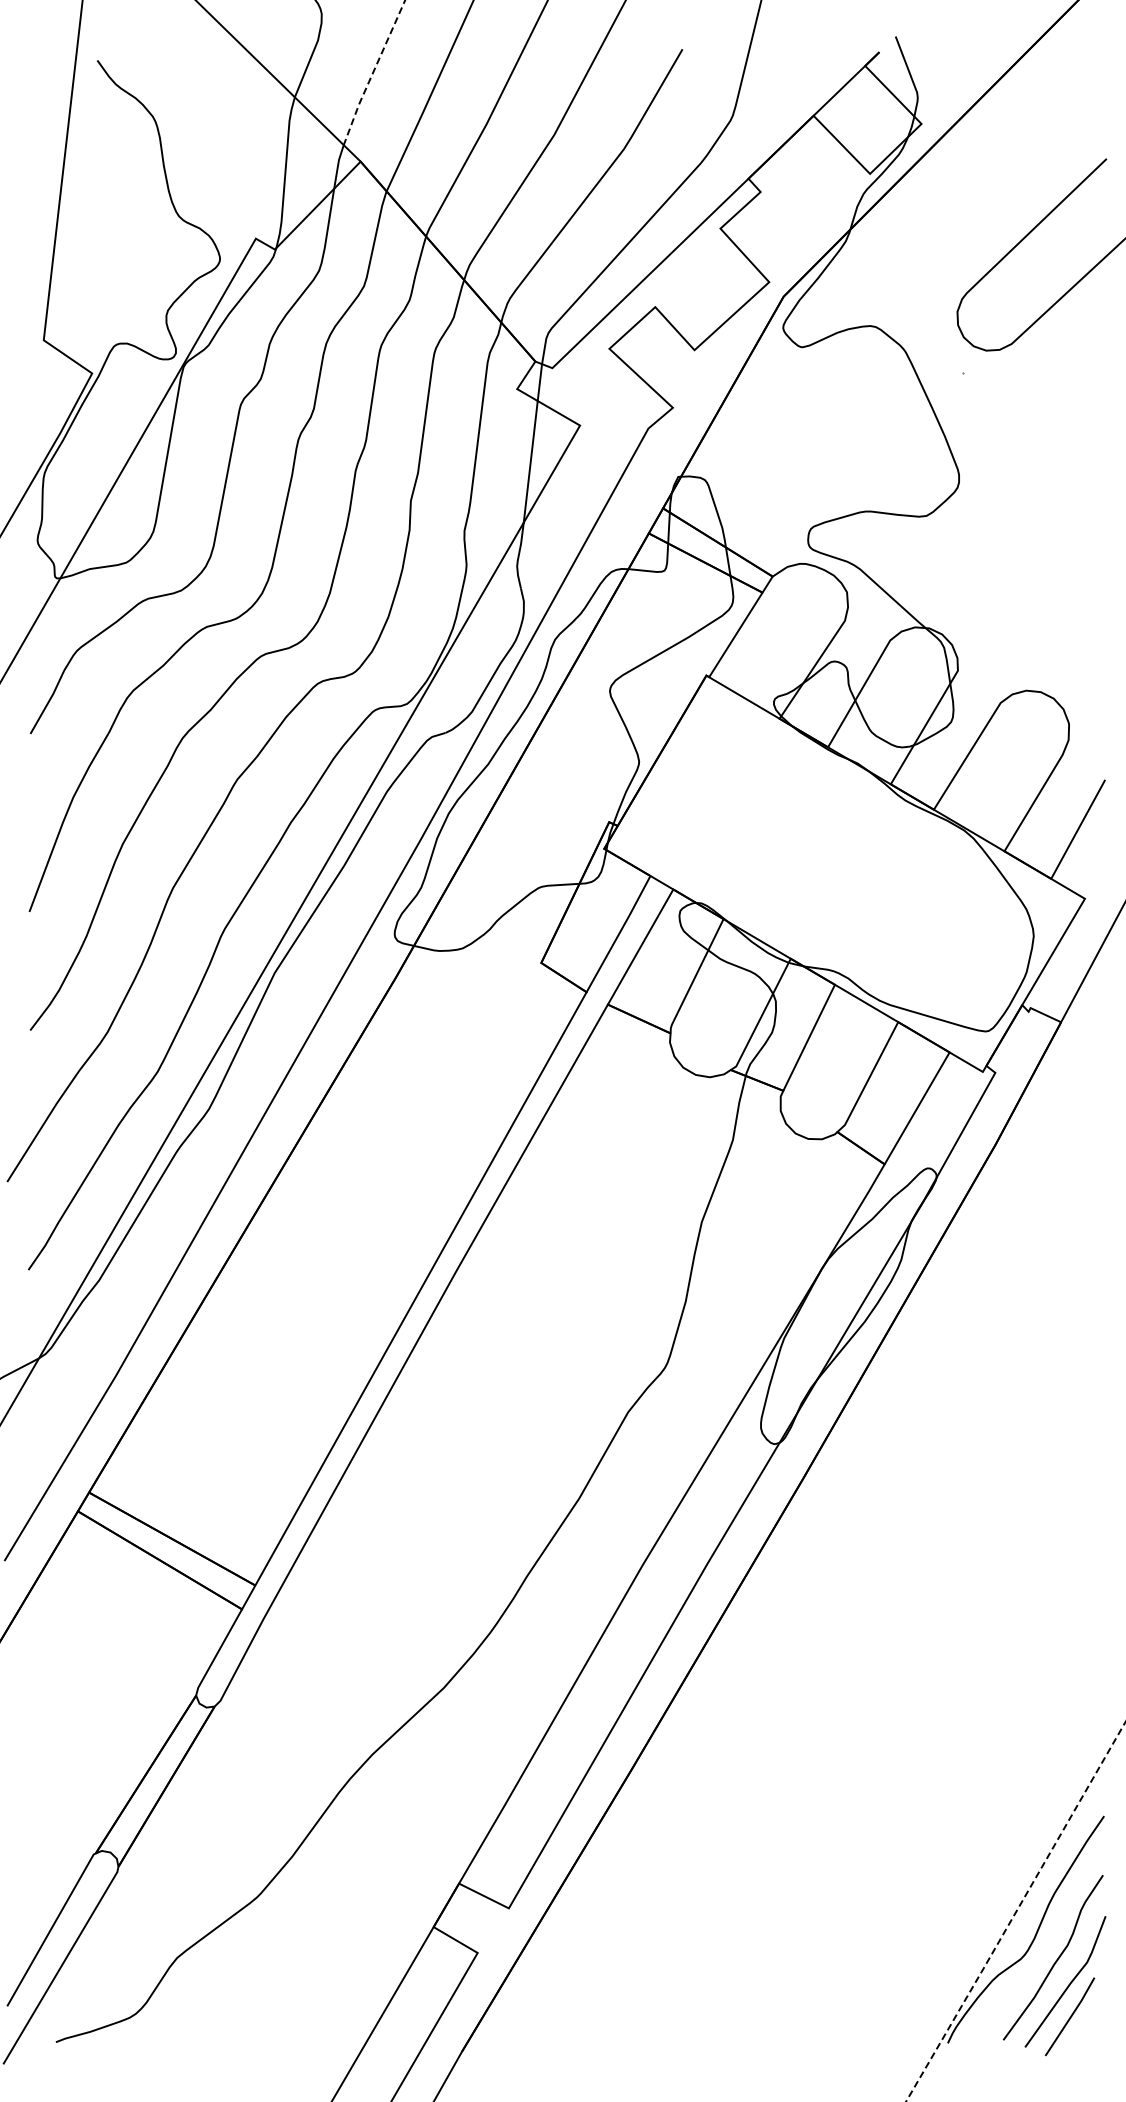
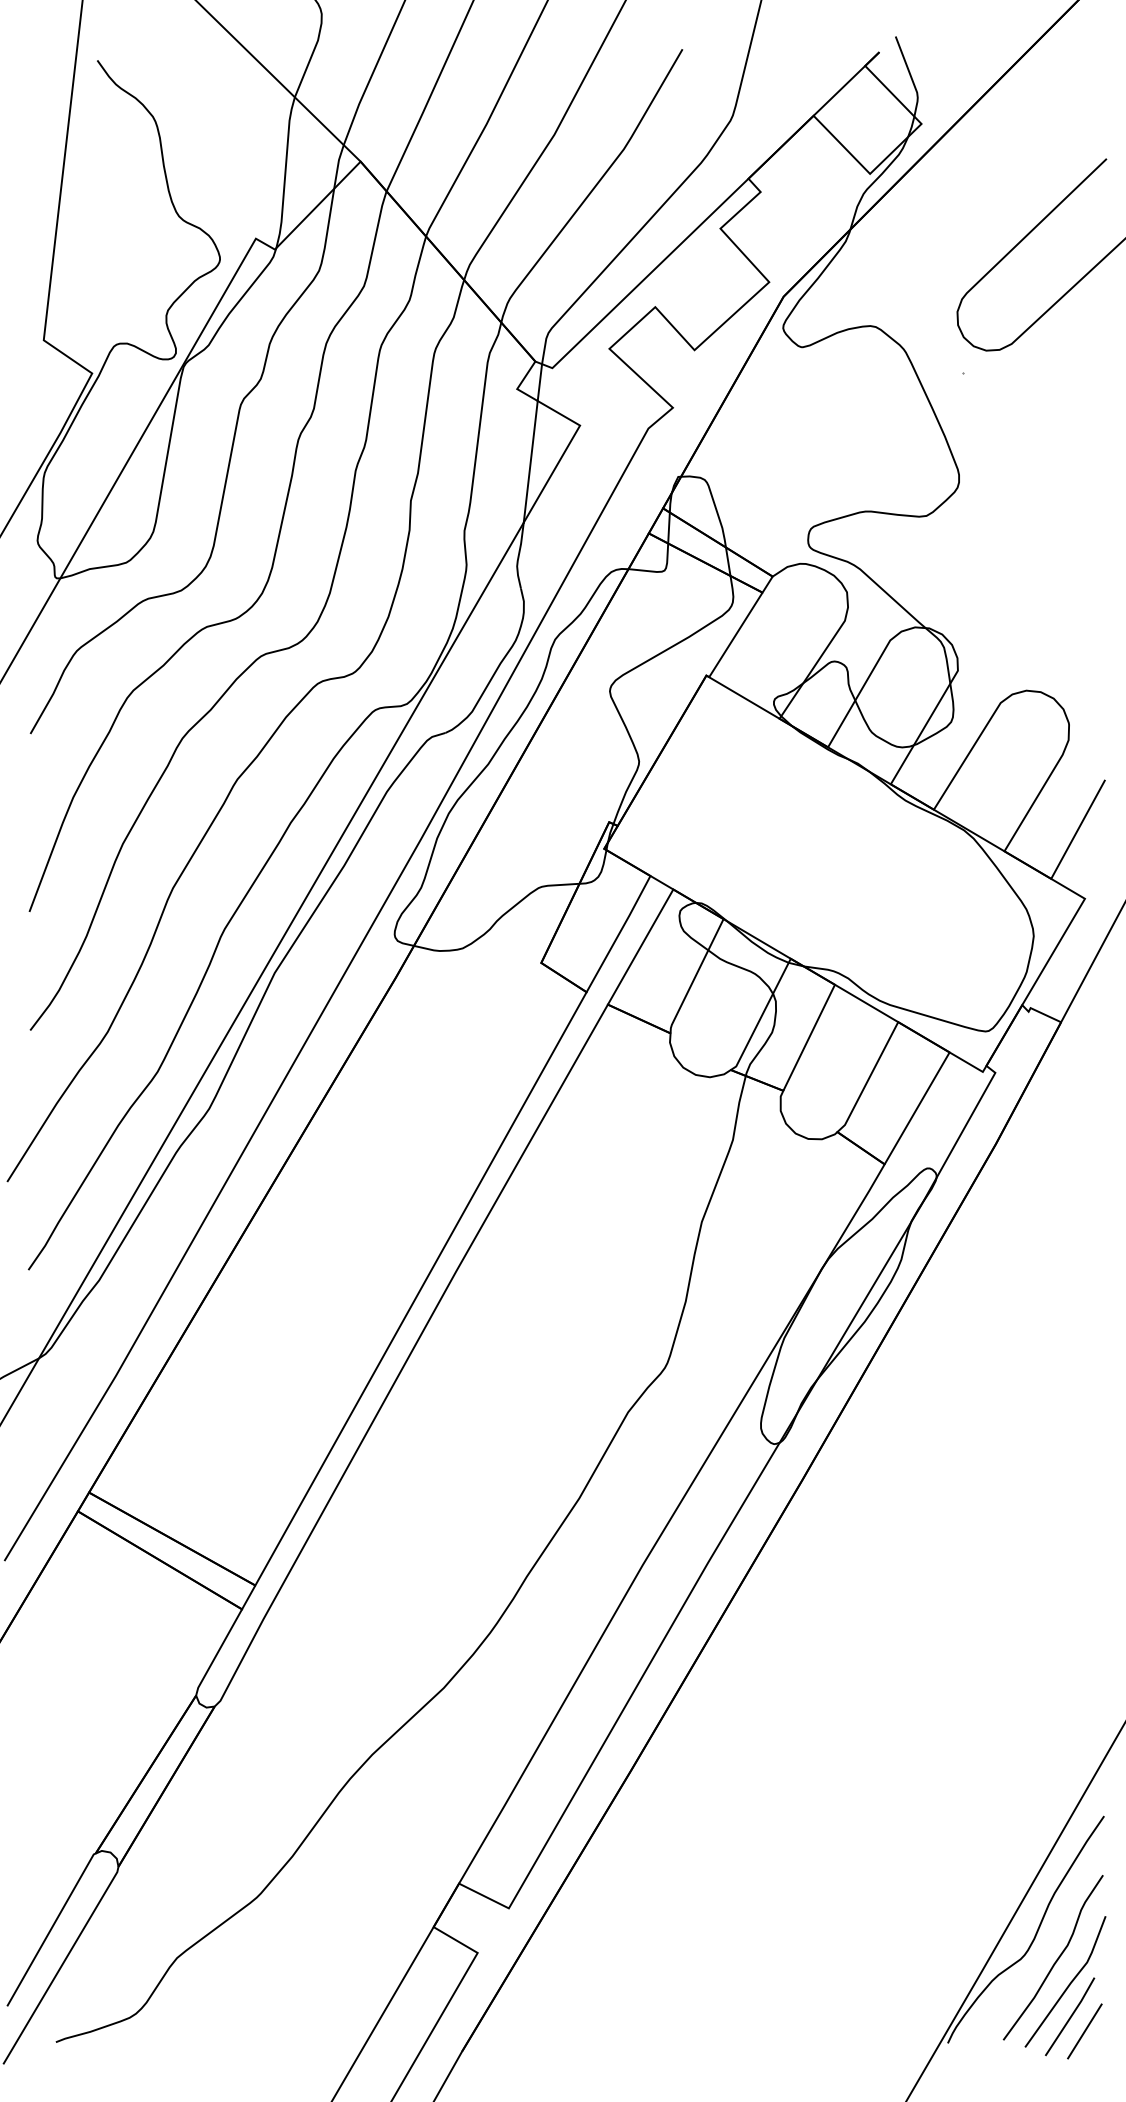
line at (372, 73): dashed -> solid
line at (1015, 1912): dashed -> solid
line at (1084, 2031): none -> present
